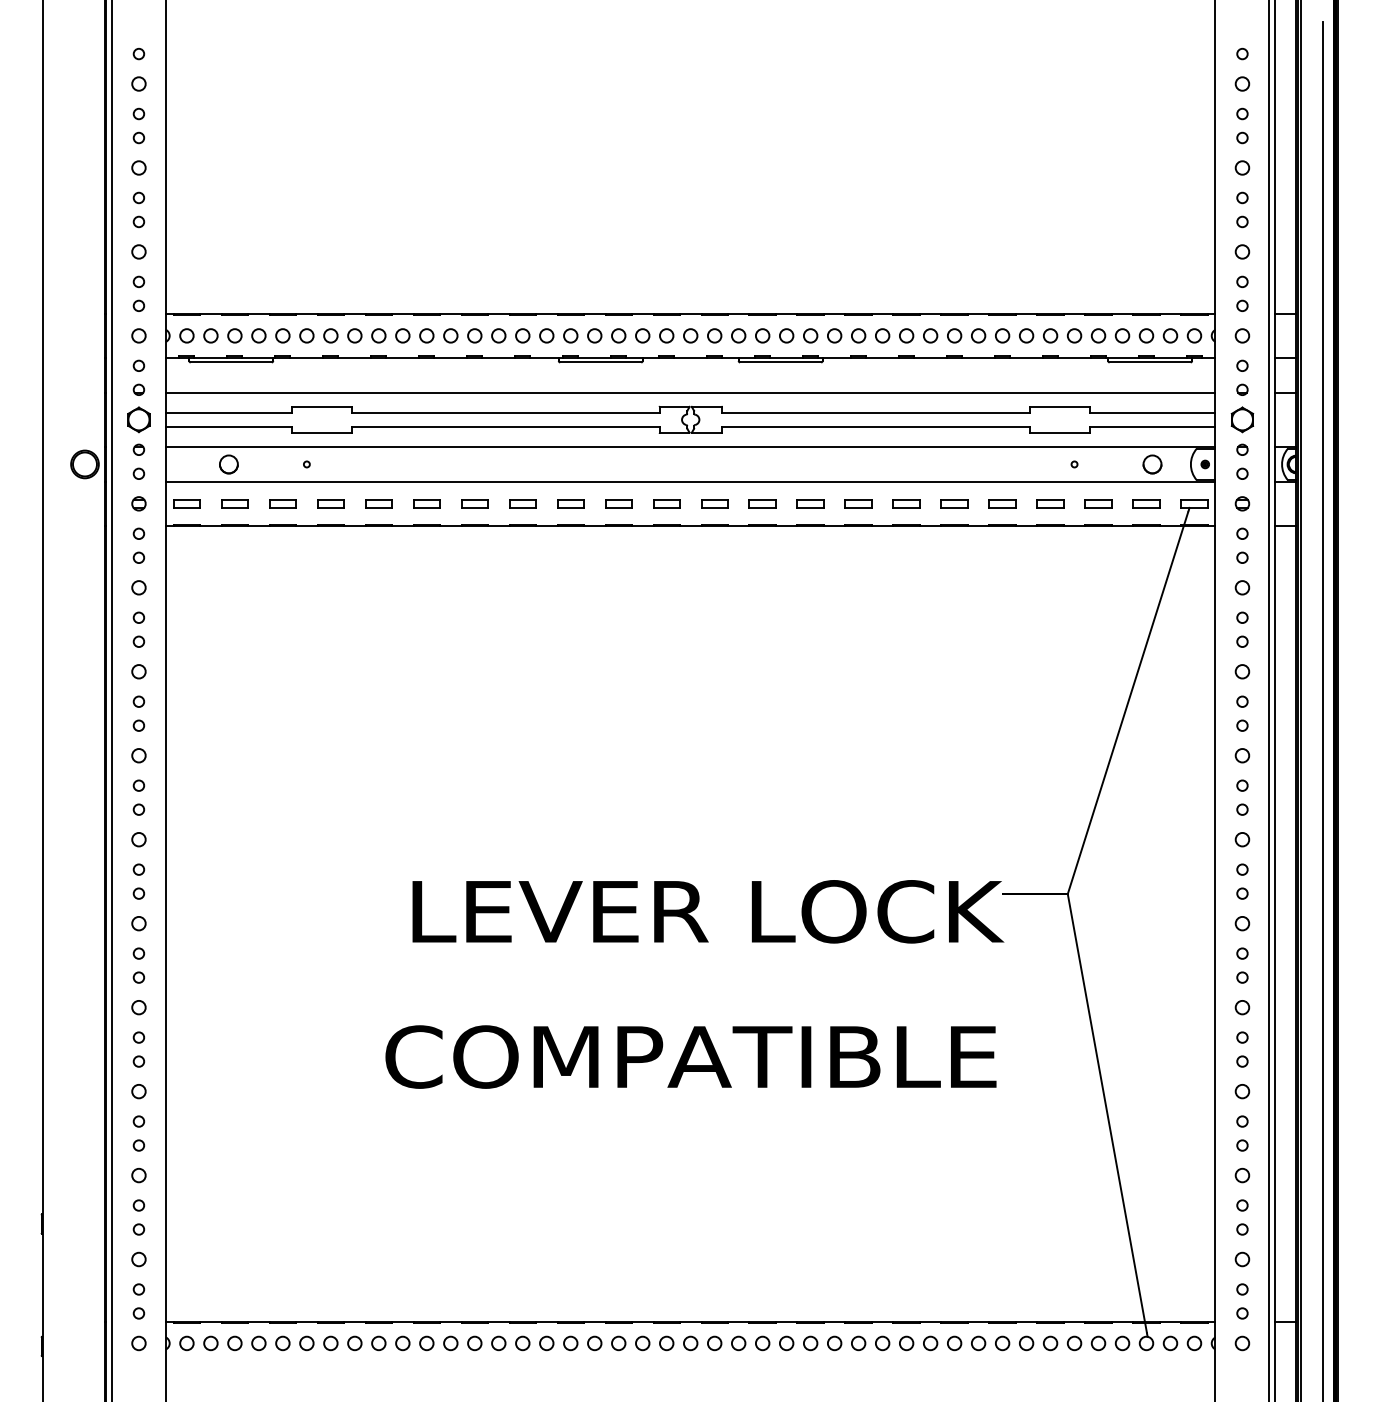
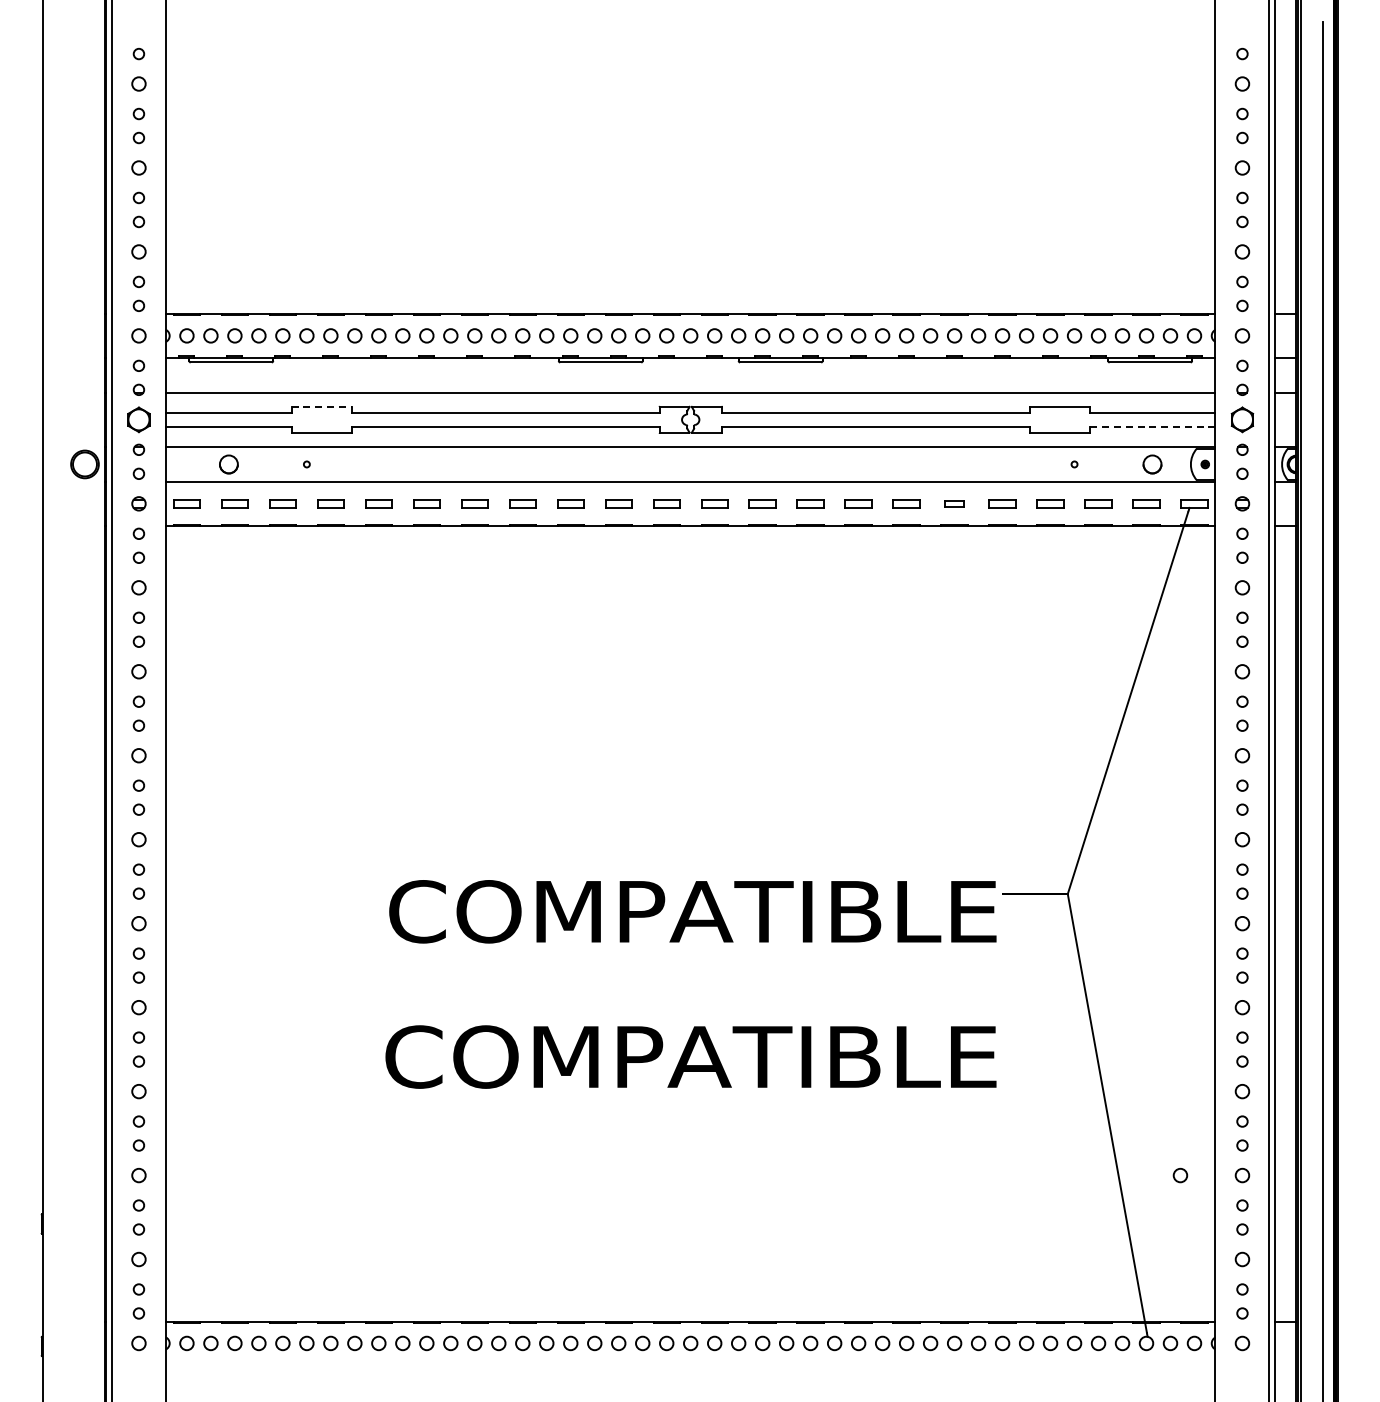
line at (321, 406): solid -> dashed
line at (1152, 426): solid -> dashed
part at (954, 503) size: 29x10 px -> 21x8 px
text at (696, 911): LEVER LOCK -> COMPATIBLE
circle at (1180, 1175): none -> present
